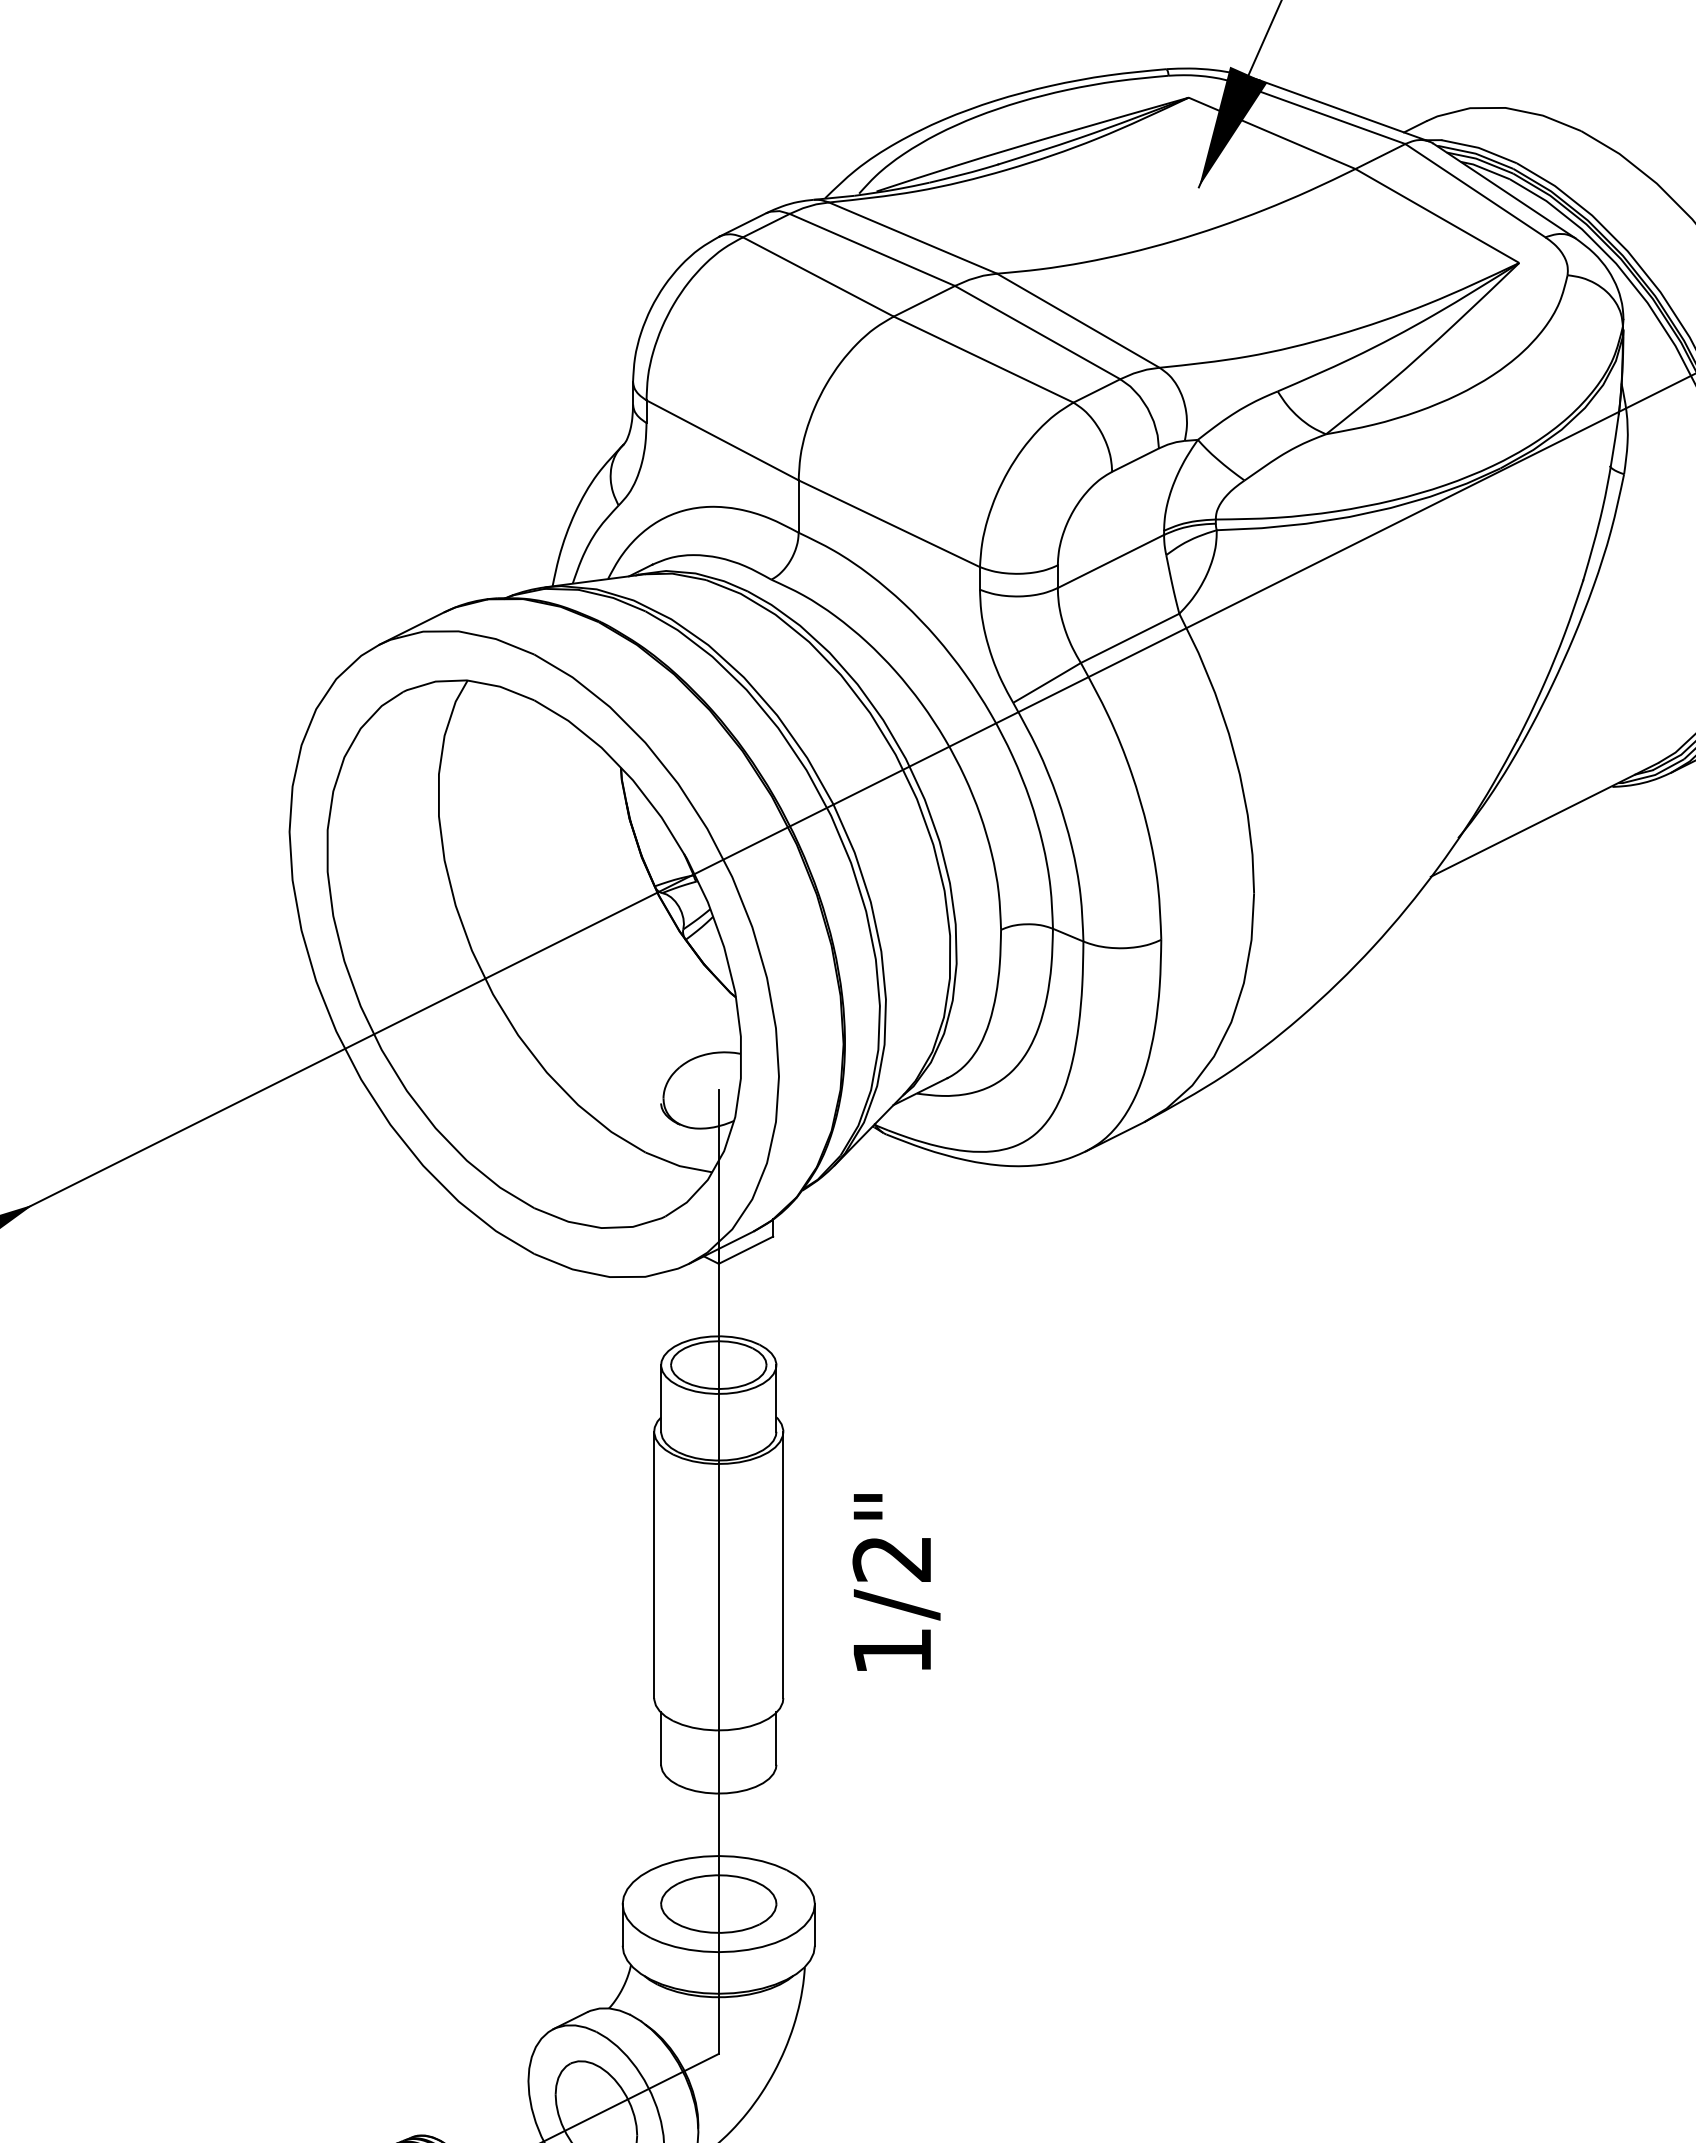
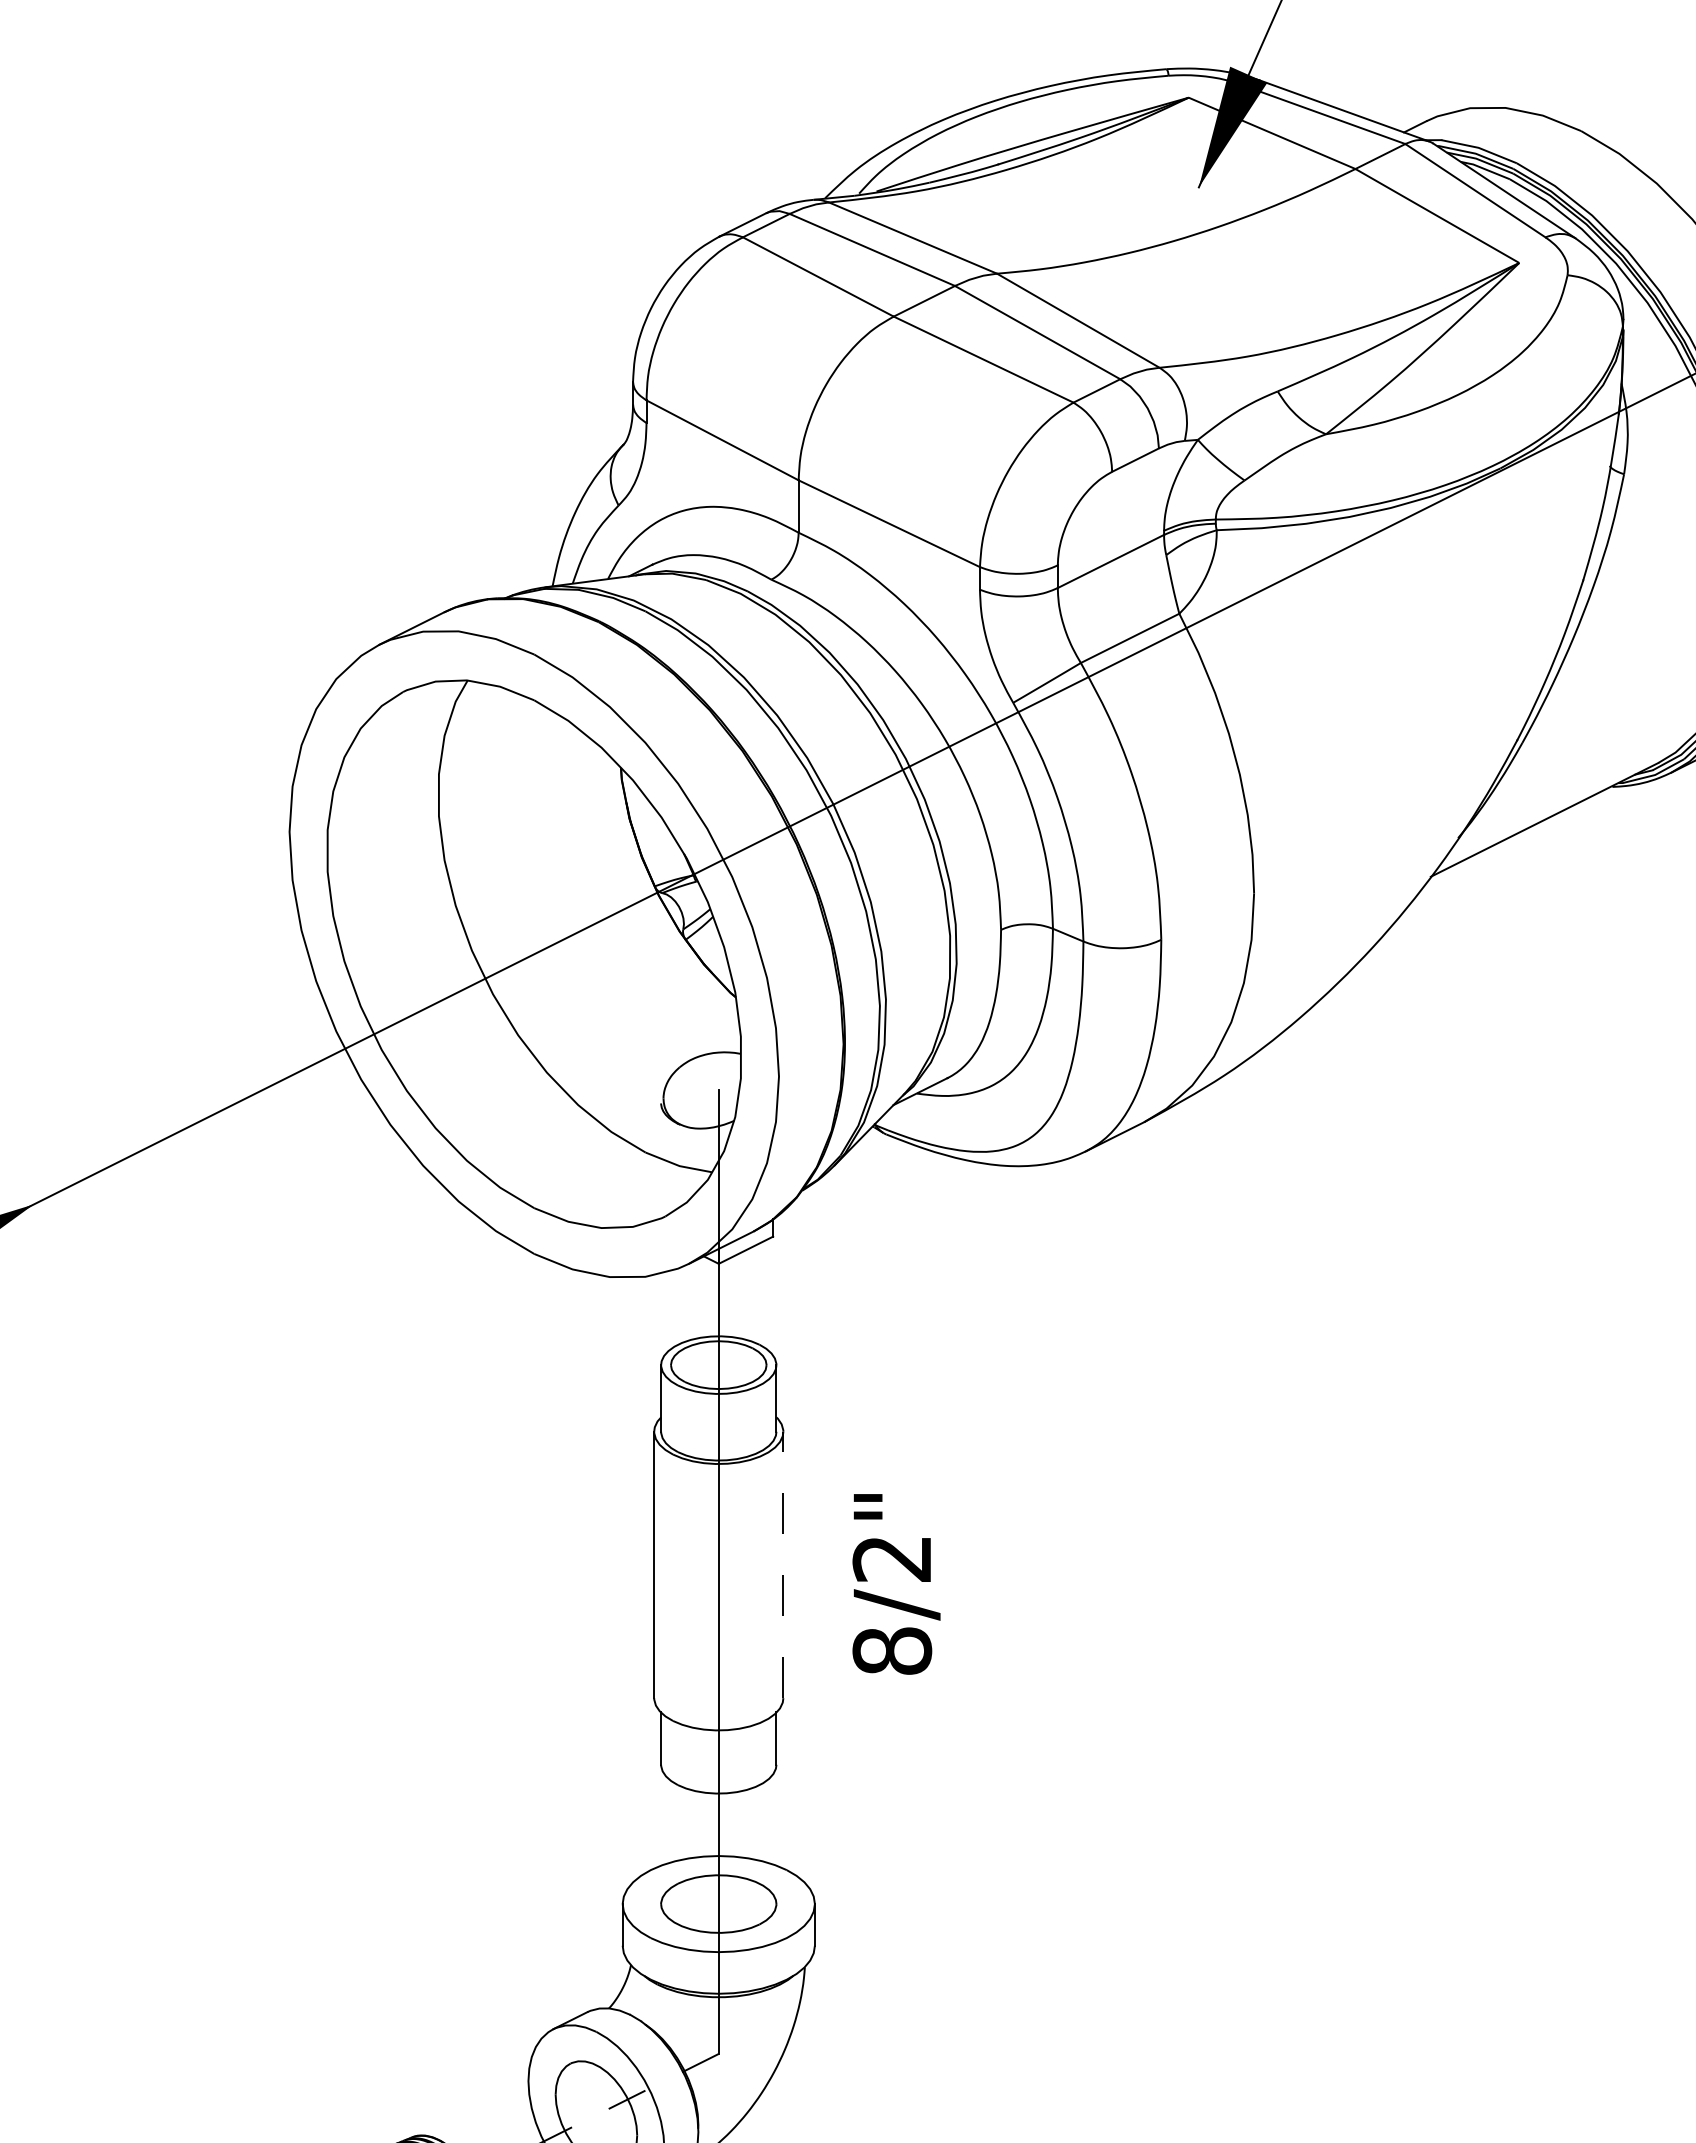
line at (783, 1564): solid -> dashed
text at (892, 1650): 1/2" -> 8/2"
line at (629, 2098): solid -> dashed
